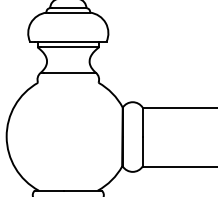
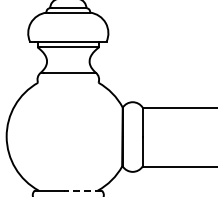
line at (82, 190): solid -> dashed
